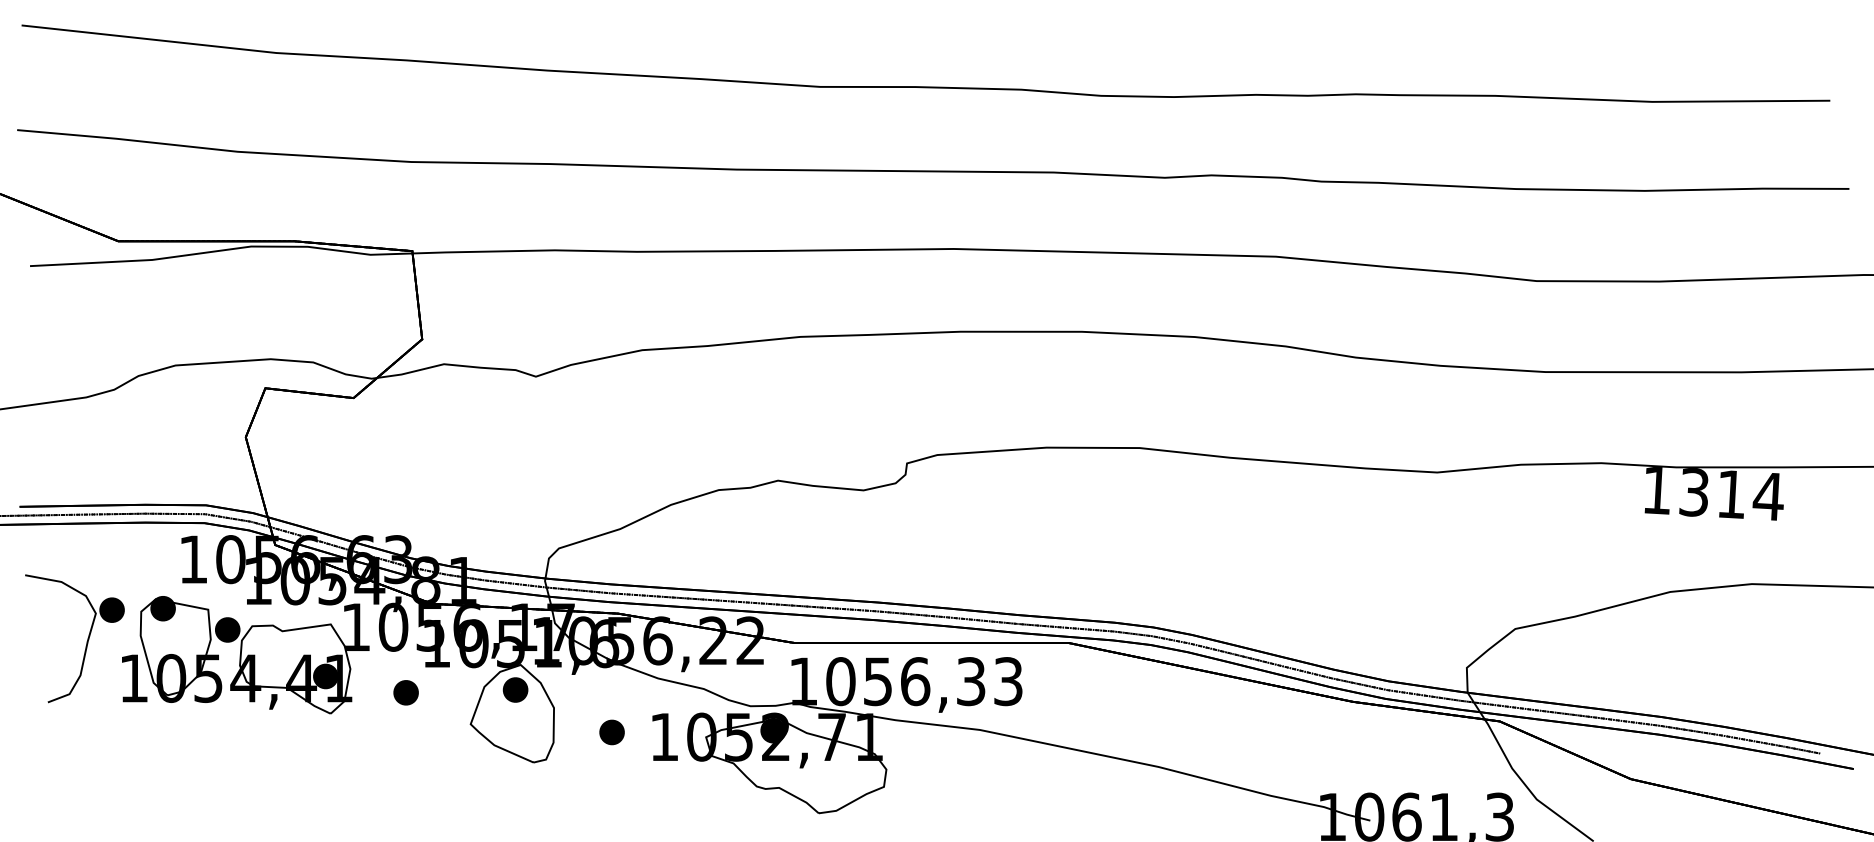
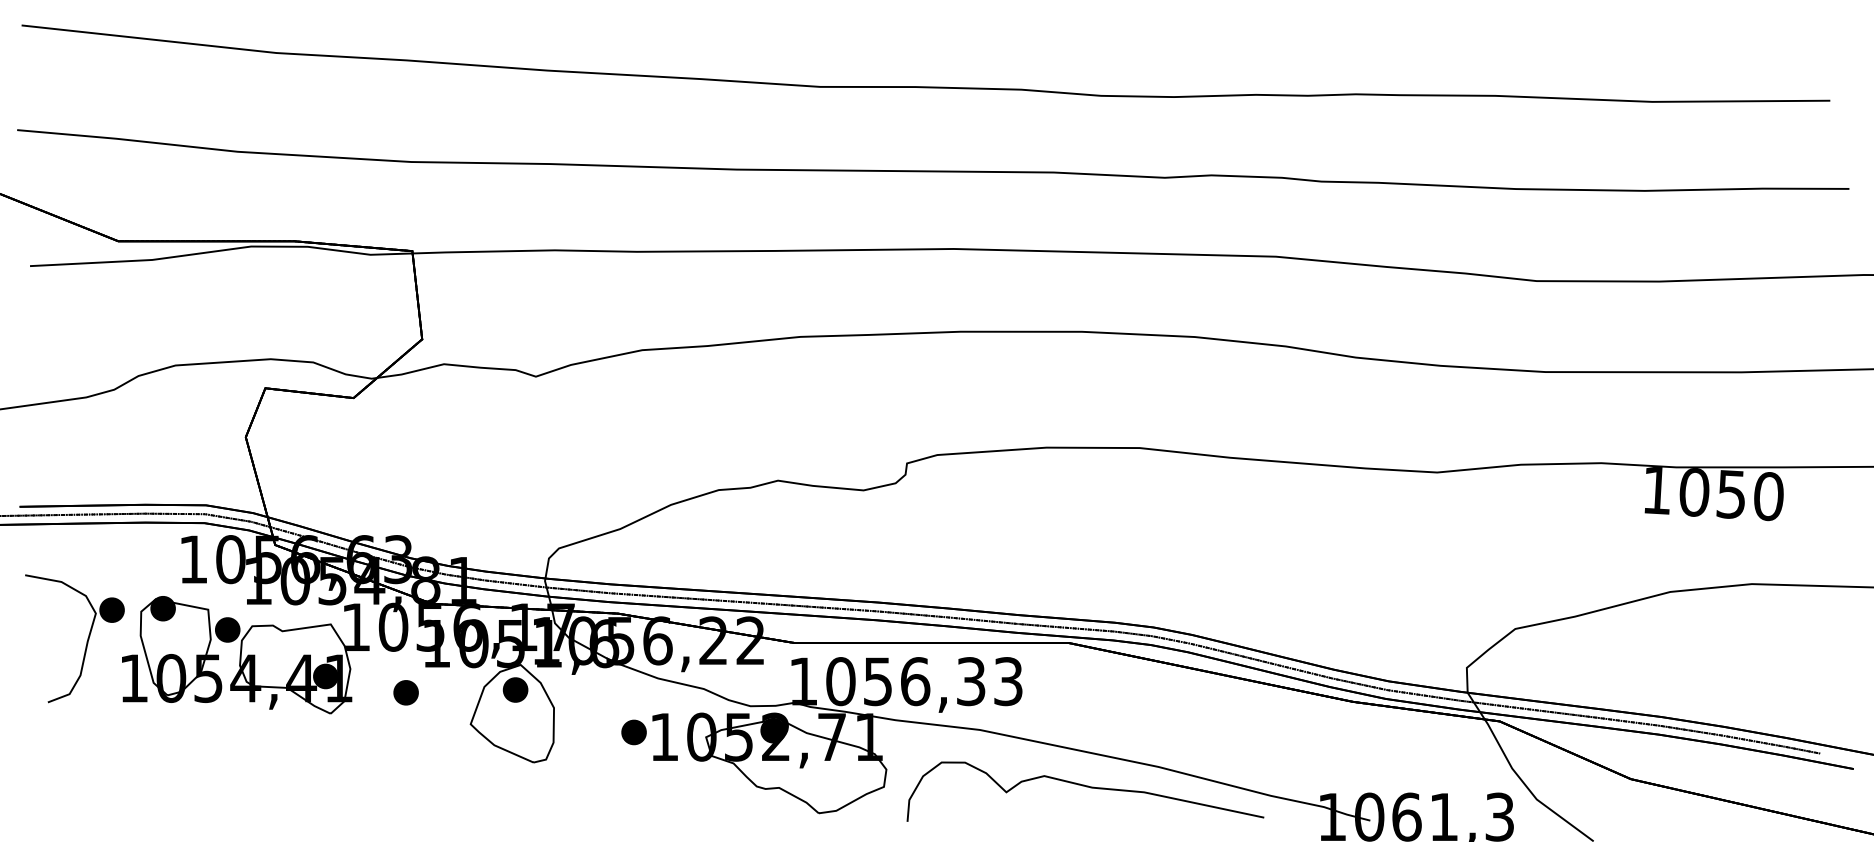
text at (1731, 494): 1314 -> 1050
part at (611, 732) position: (611, 732) -> (633, 732)
curve at (1086, 787): none -> present
